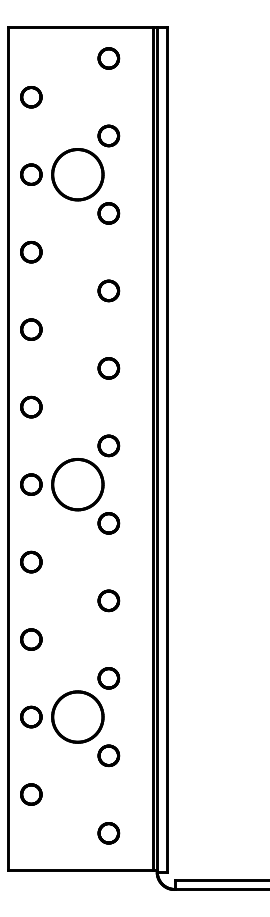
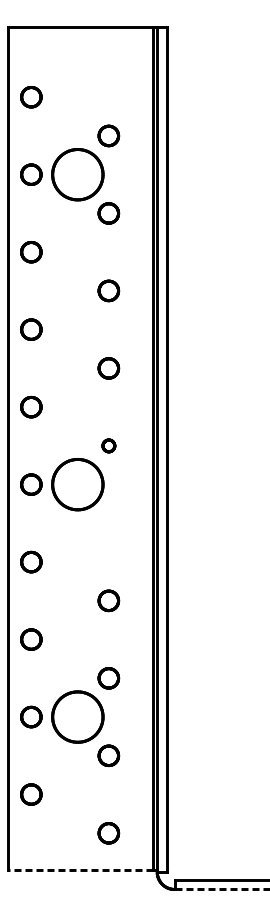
part at (108, 58): present -> none
part at (108, 445) size: 24x24 px -> 16x16 px
part at (108, 523): present -> none
line at (80, 870): solid -> dashed
line at (222, 889): solid -> dashed
